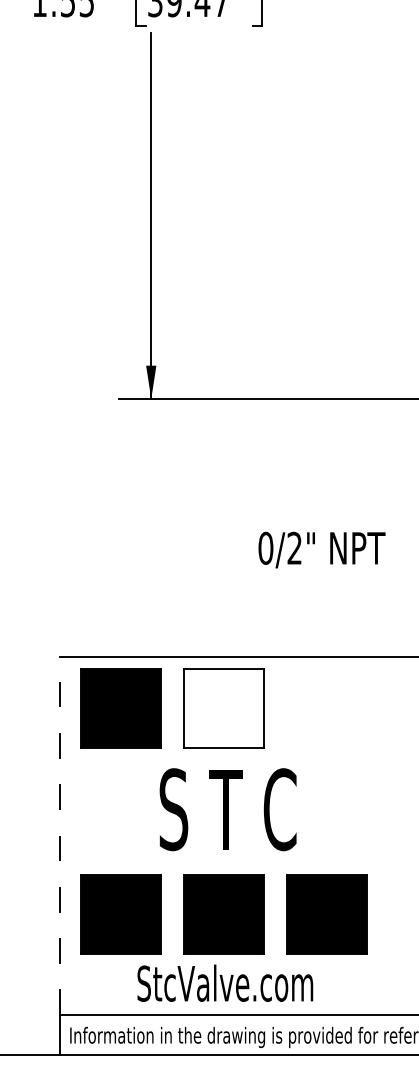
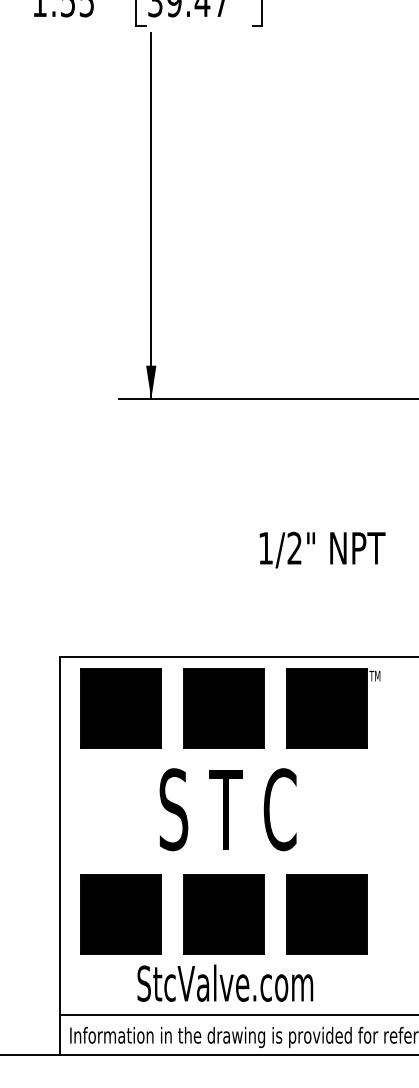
text at (265, 547): 0/2" -> 1/2"
fill at (223, 708): none -> present
part at (333, 708): none -> present
line at (60, 836): dashed -> solid
